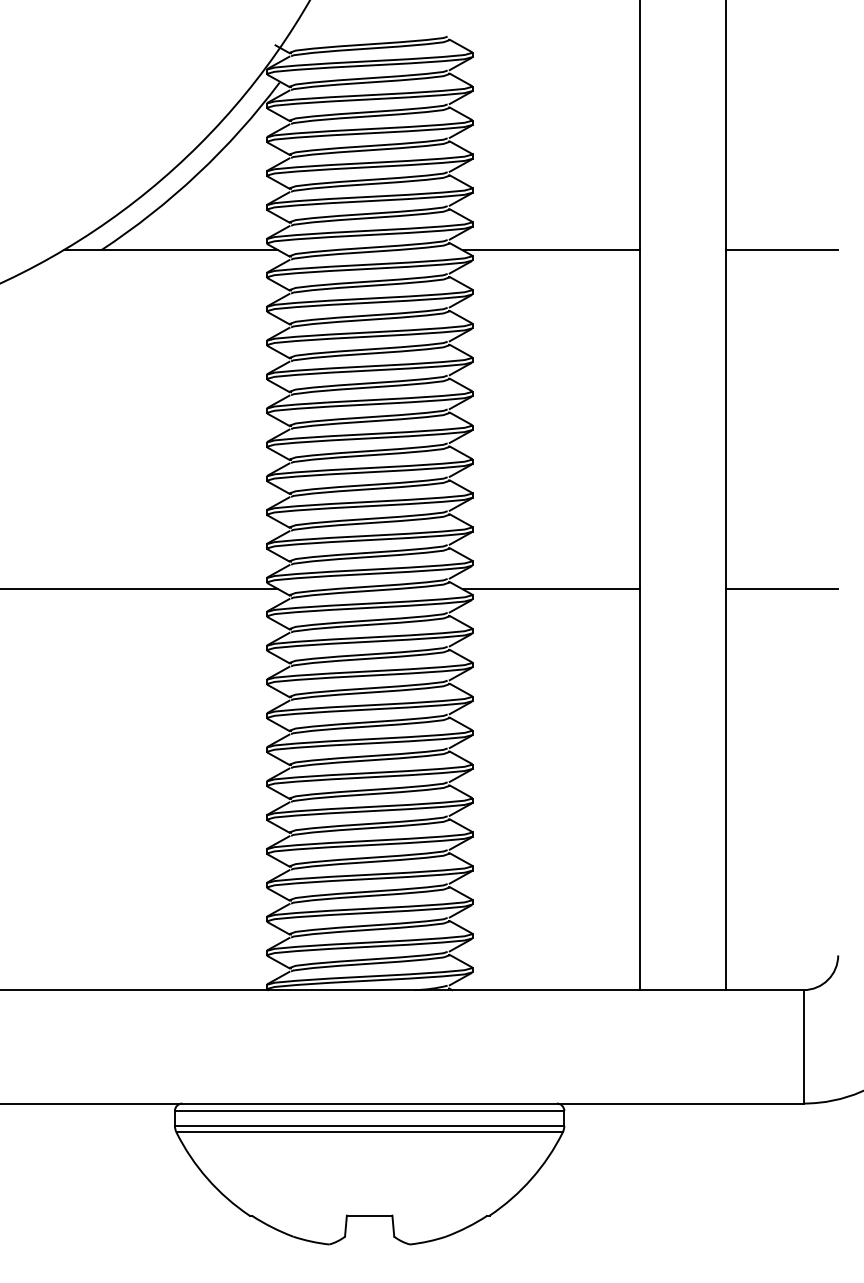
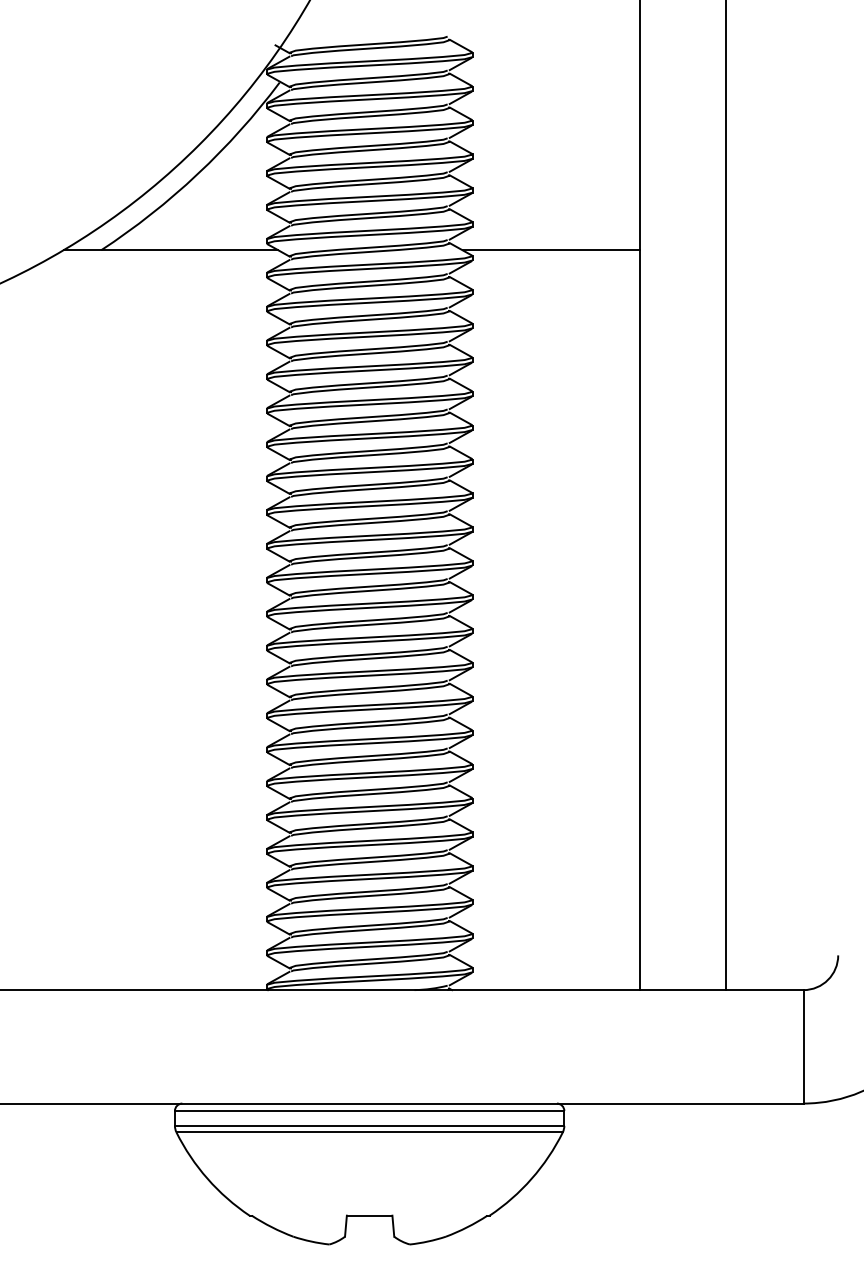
line at (781, 250): present -> none
line at (140, 589): present -> none
line at (550, 589): present -> none
line at (781, 589): present -> none
